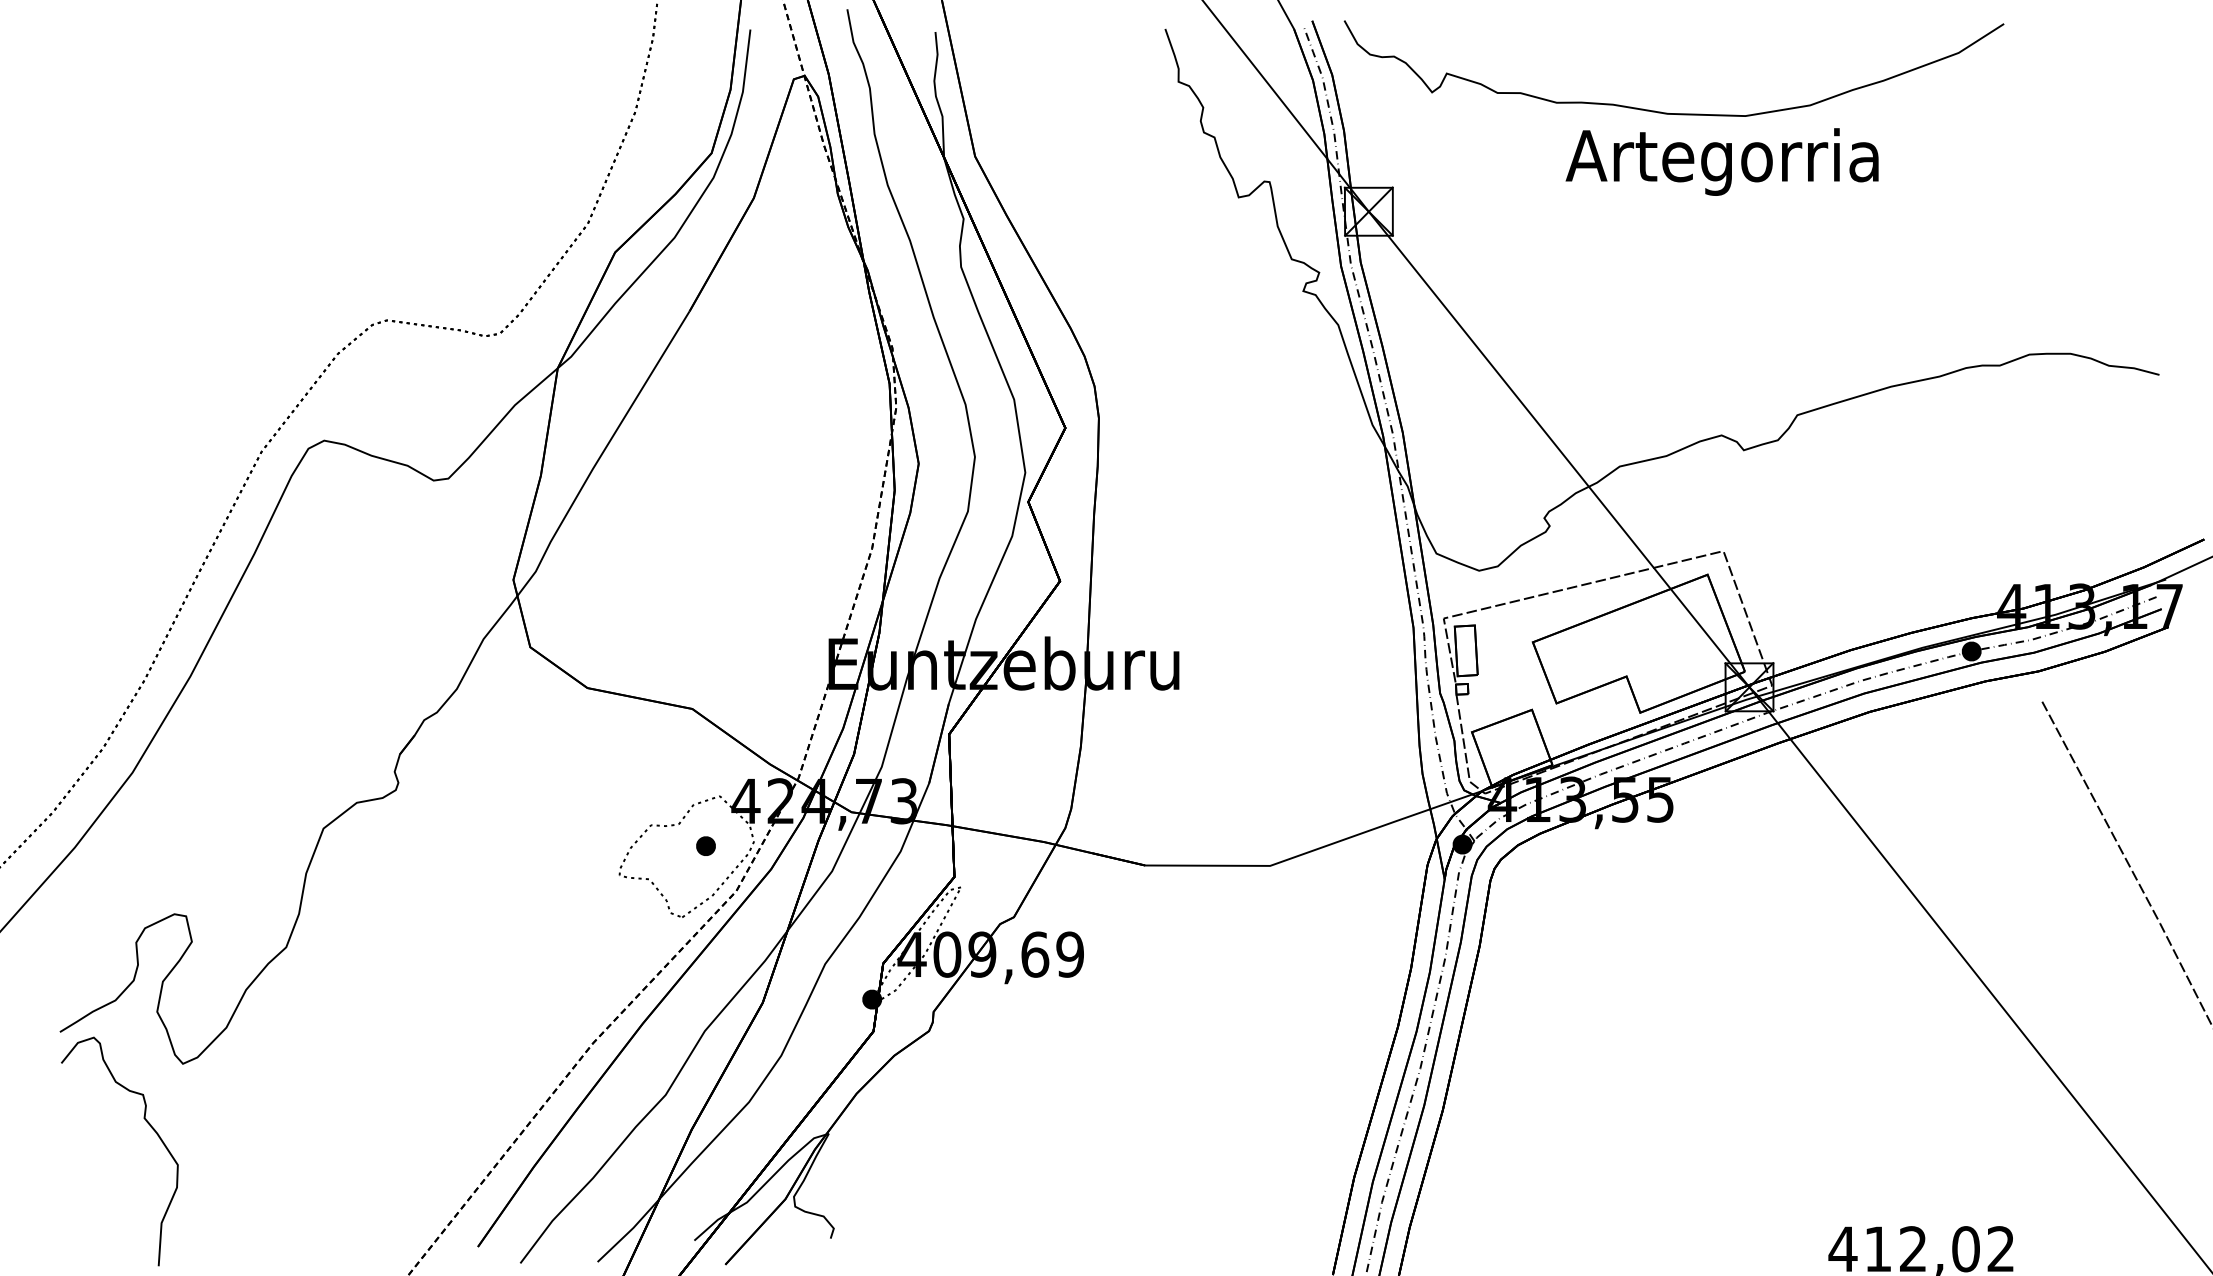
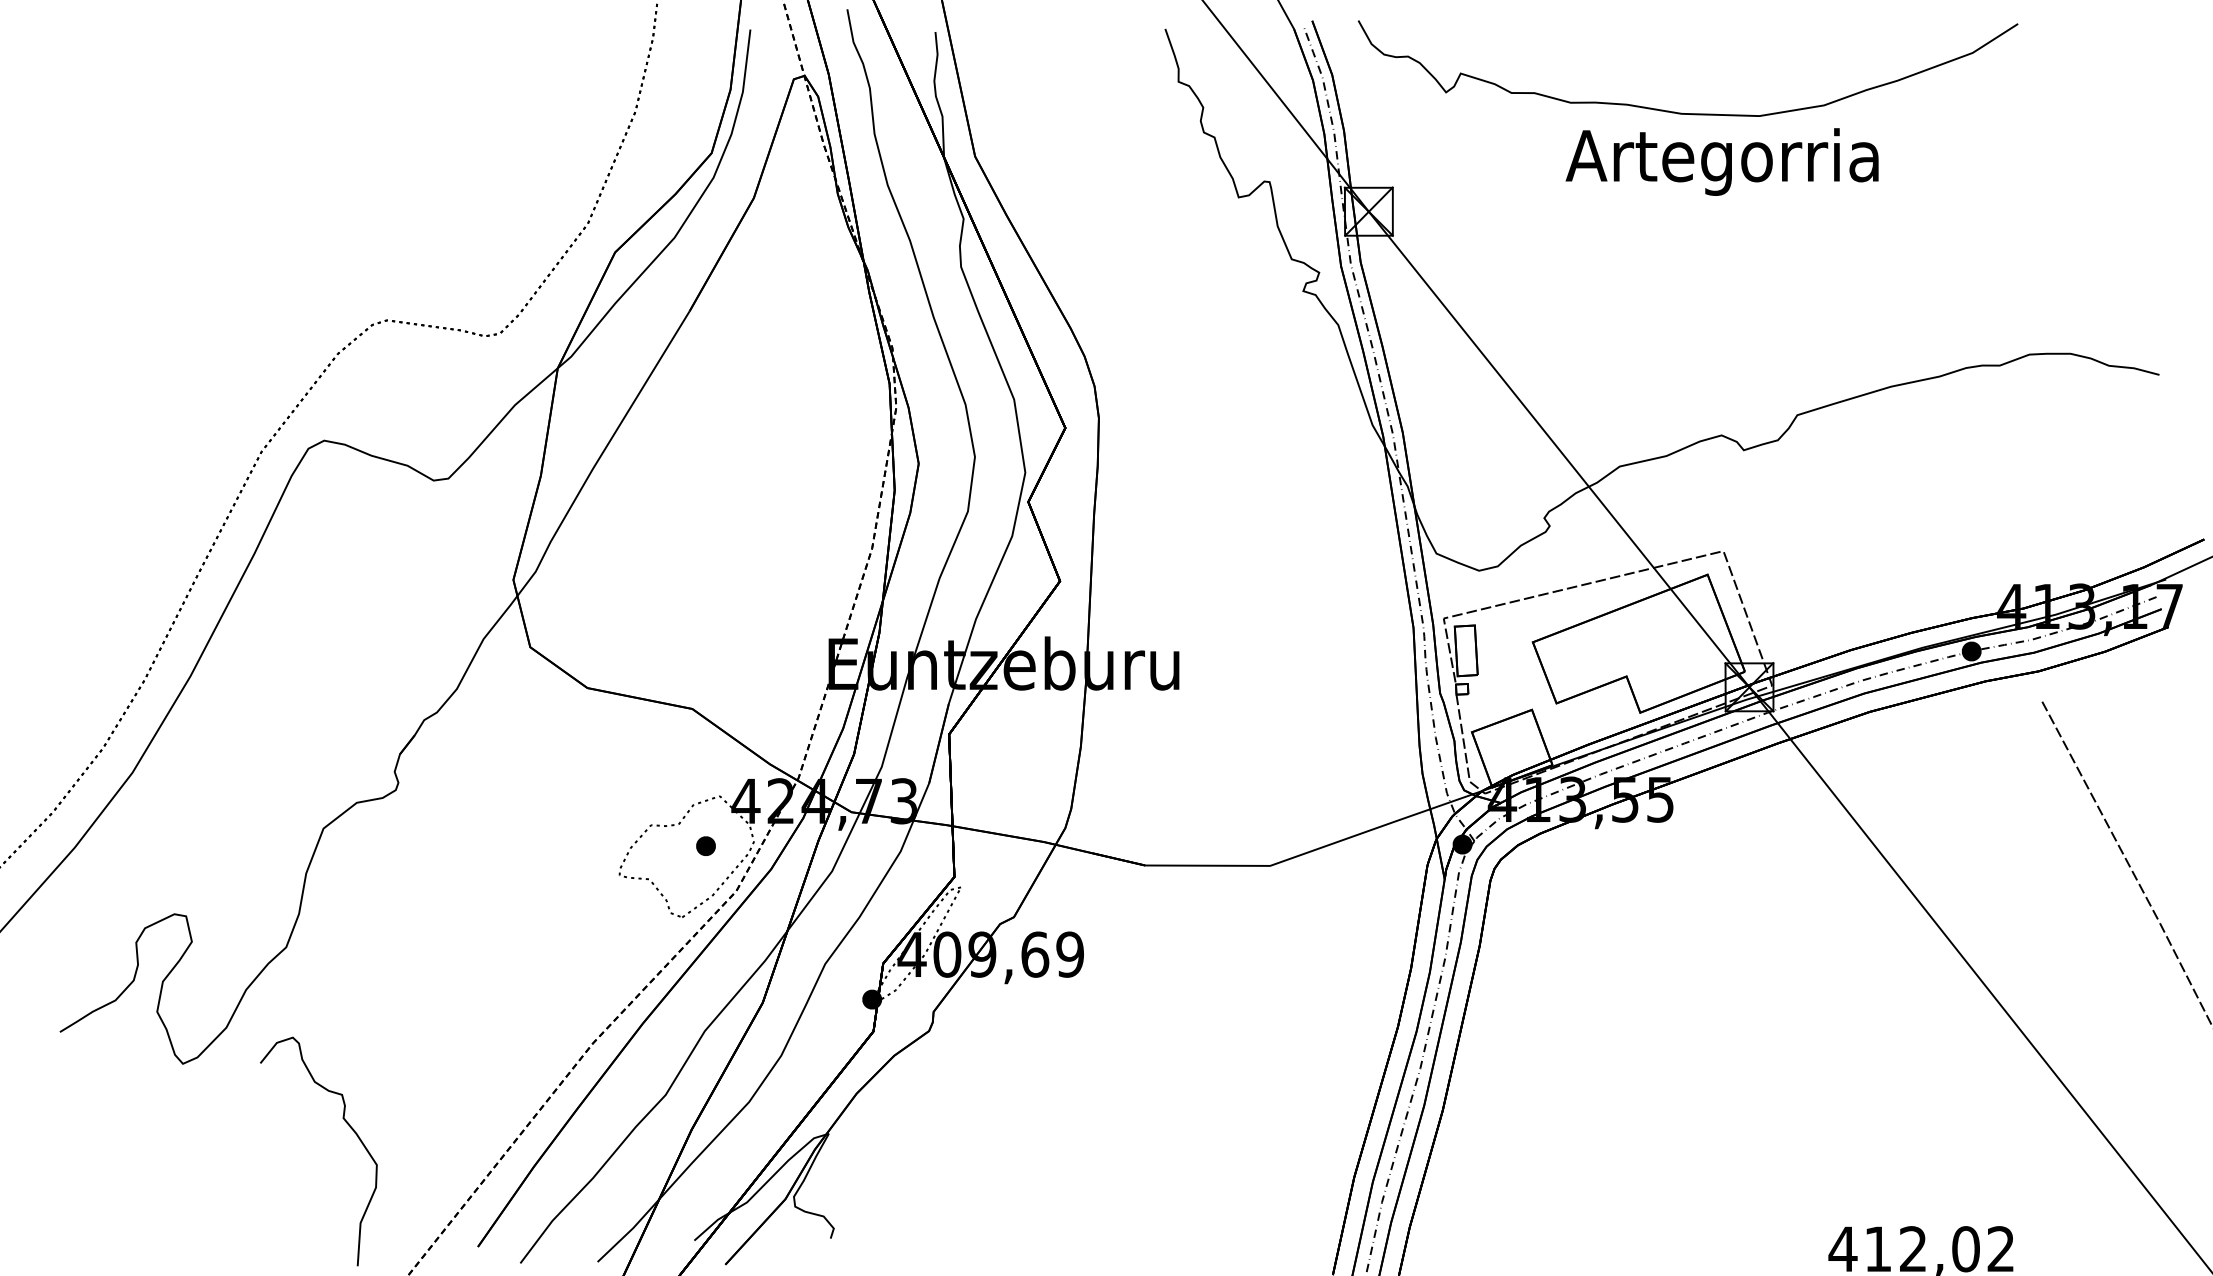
curve at (1667, 112) position: (1667, 112) -> (1681, 112)
curve at (151, 1128) position: (151, 1128) -> (350, 1128)
